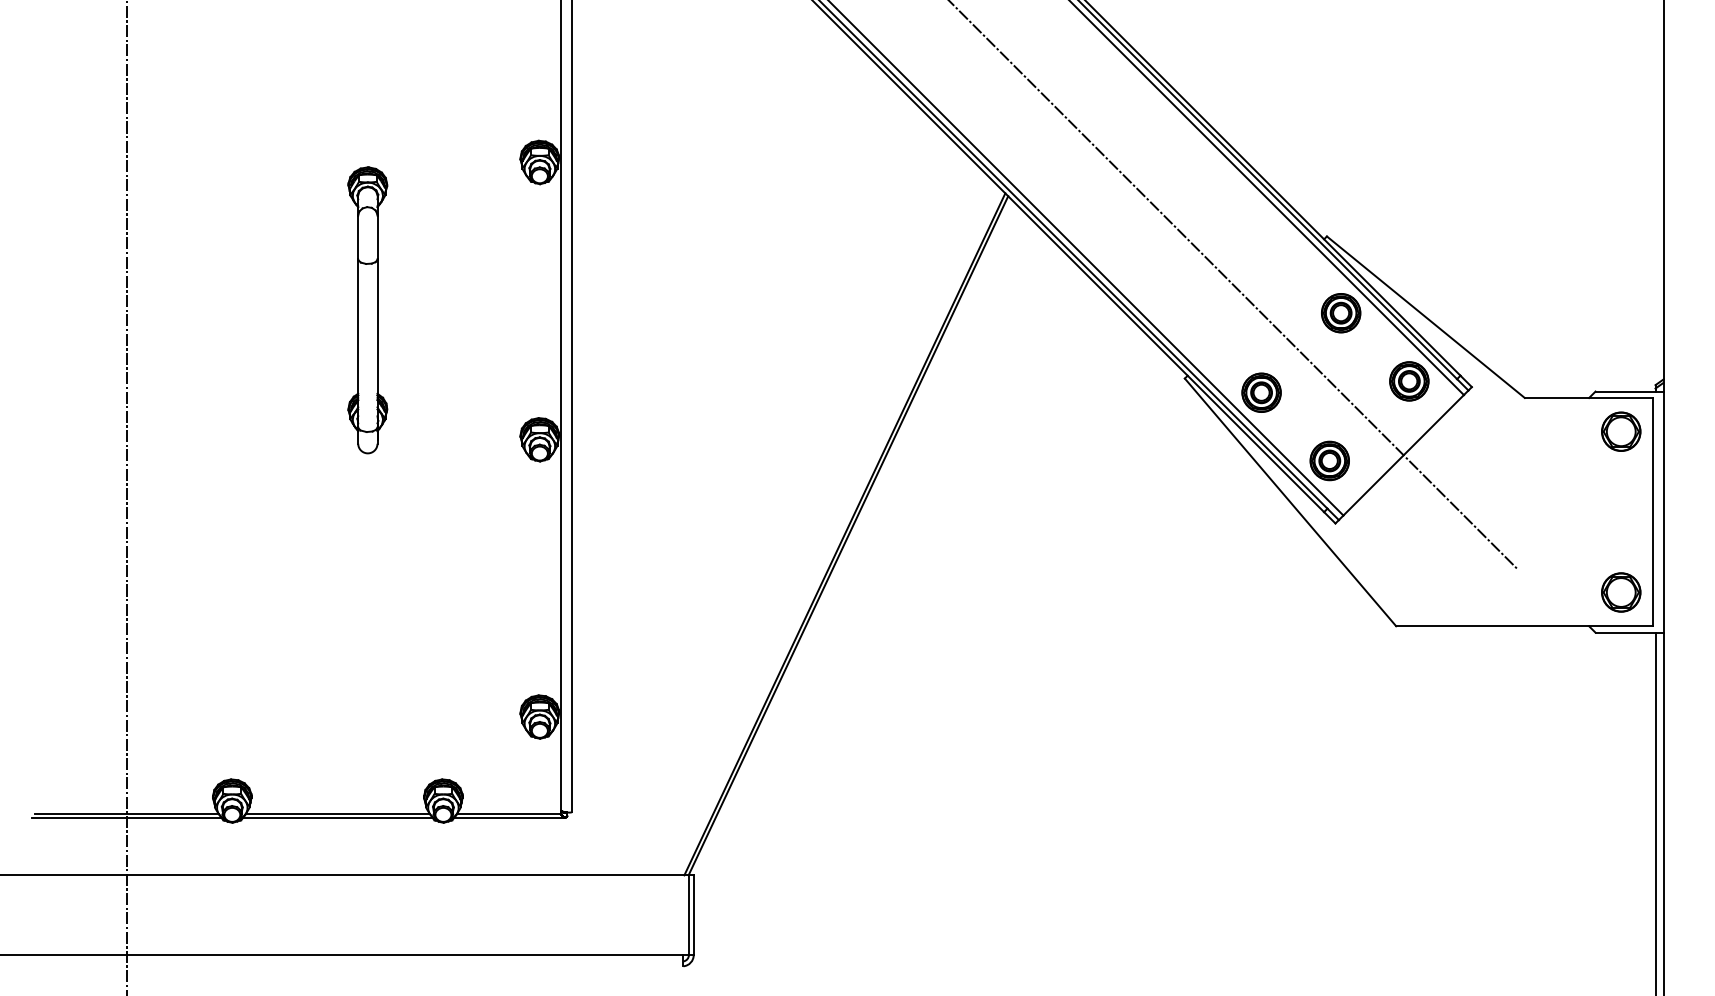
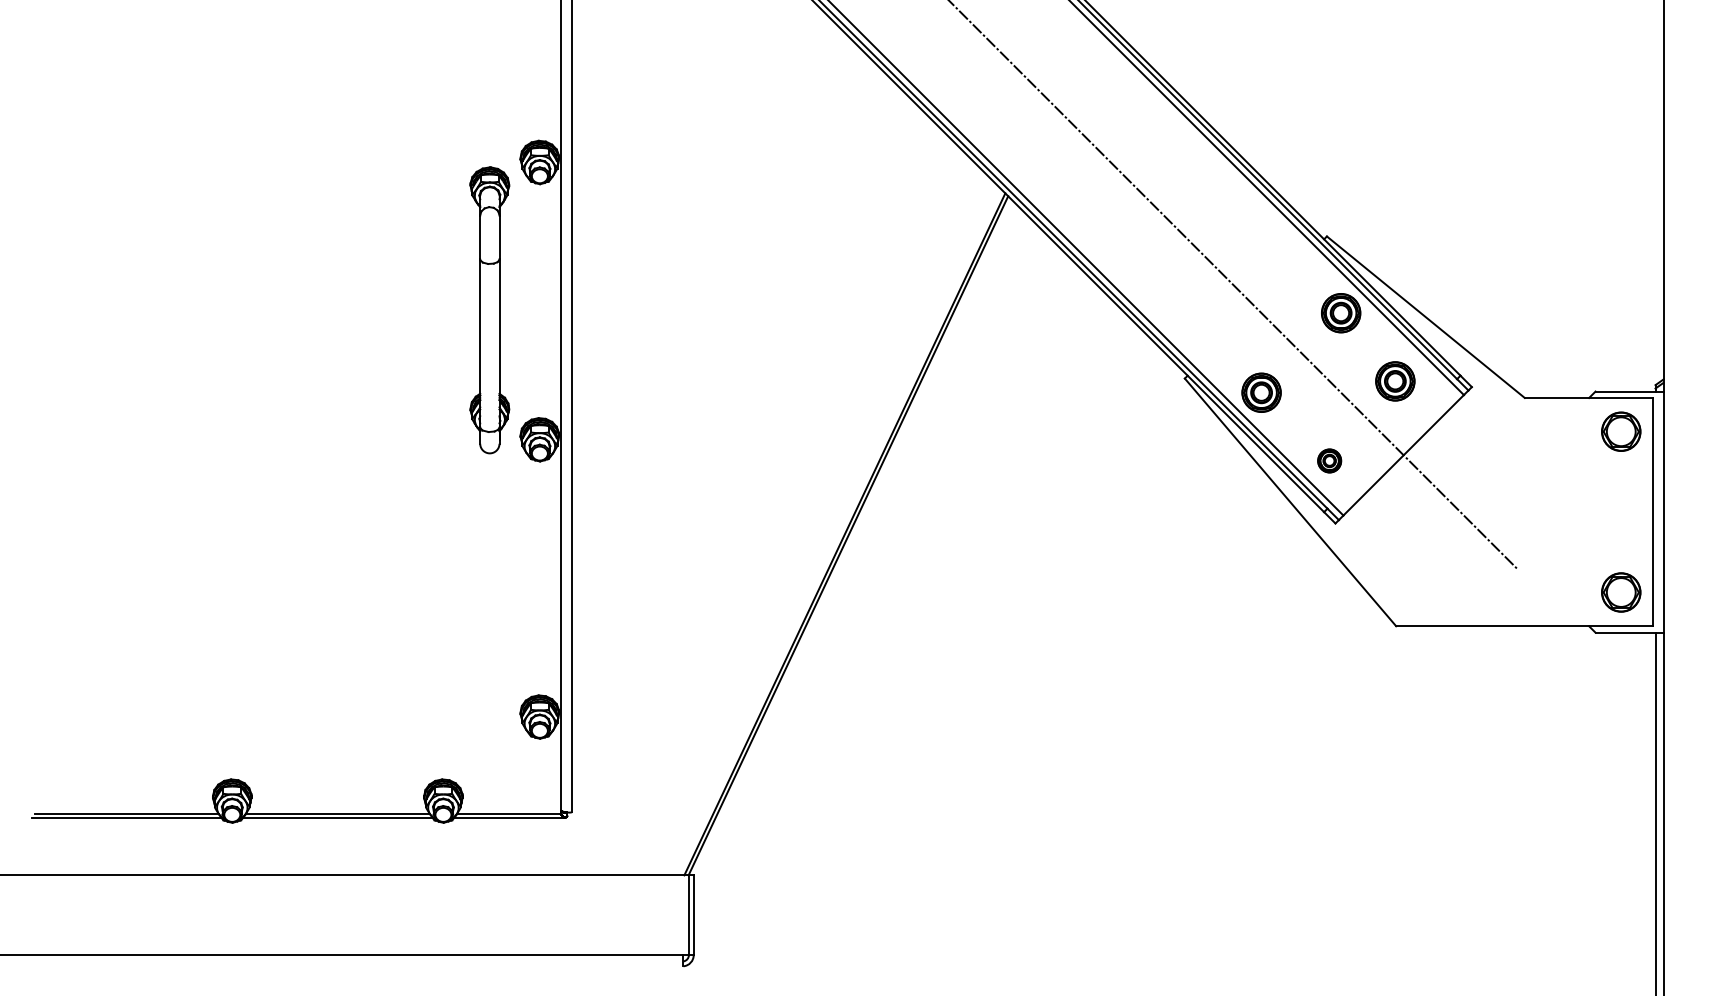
part at (367, 310) position: (367, 310) -> (489, 310)
part at (1409, 381) position: (1409, 381) -> (1395, 381)
part at (1329, 460) size: 41x42 px -> 26x26 px
line at (126, 497): present -> none
